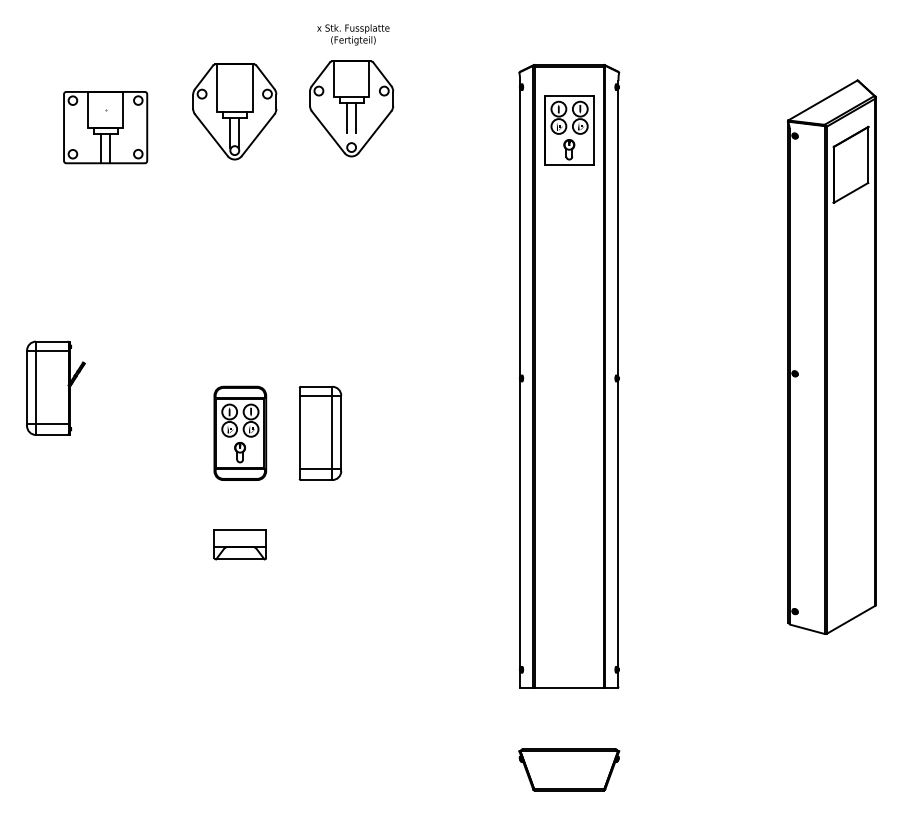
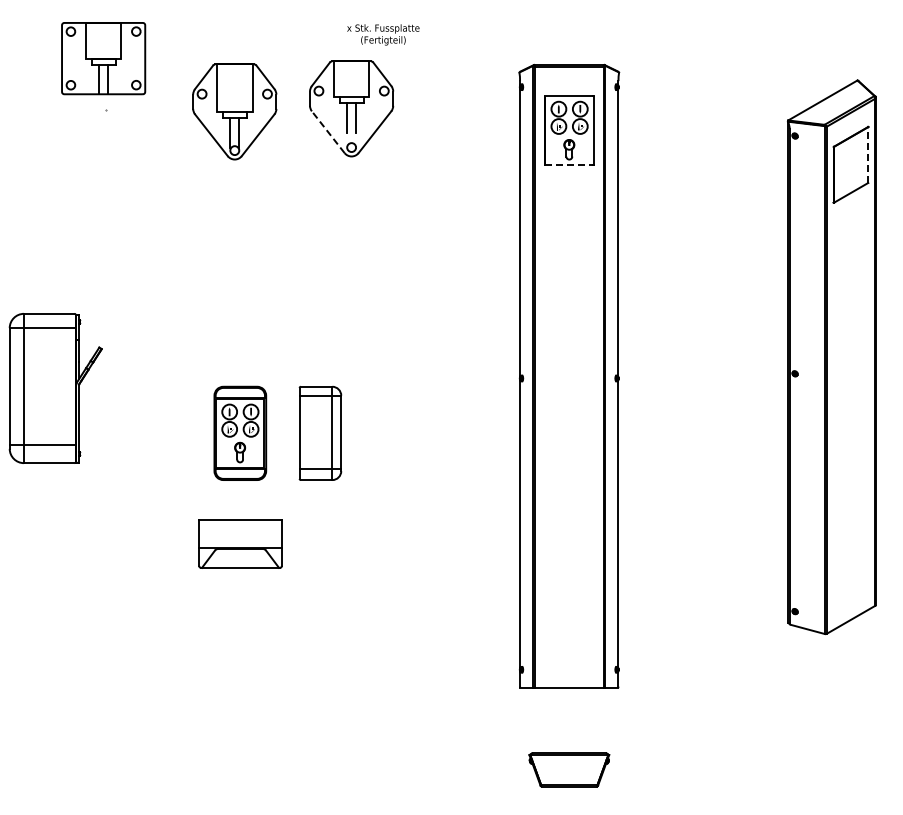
text at (353, 34) position: (353, 34) -> (383, 34)
part at (105, 127) position: (105, 127) -> (103, 58)
line at (327, 131): solid -> dashed
line at (868, 154): solid -> dashed
line at (569, 164): solid -> dashed
part at (55, 387) size: 60x96 px -> 95x151 px
part at (239, 544) size: 54x32 px -> 85x50 px
part at (569, 769) size: 103x44 px -> 83x36 px
